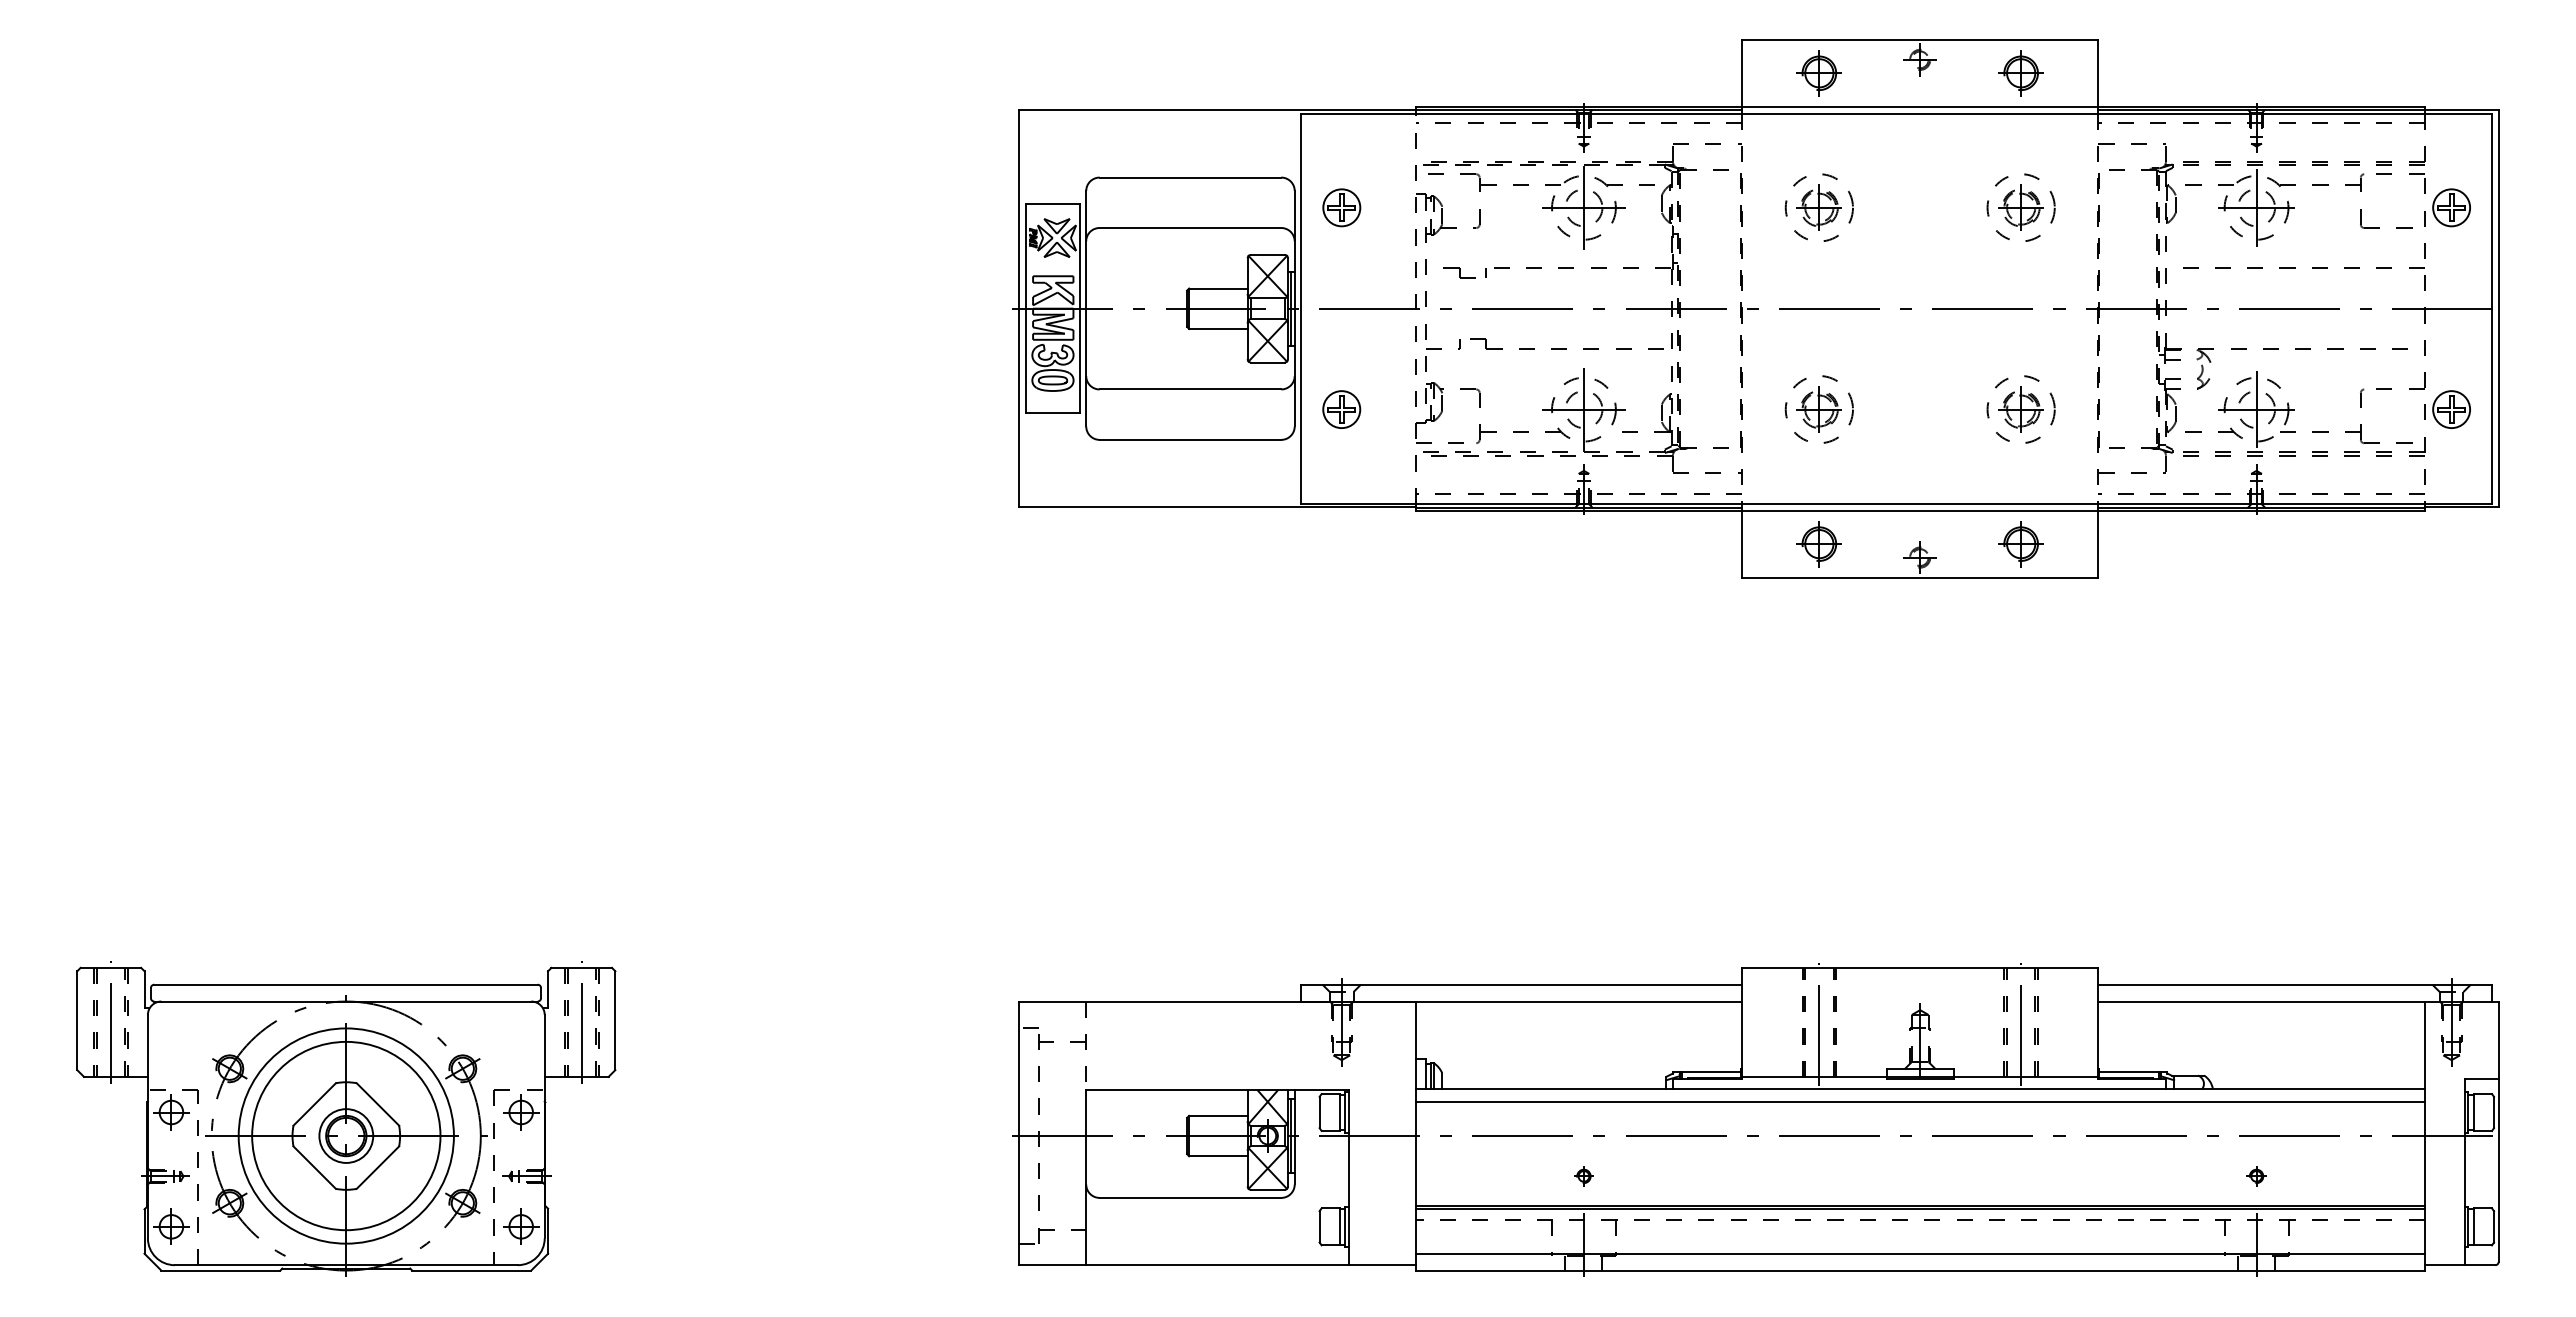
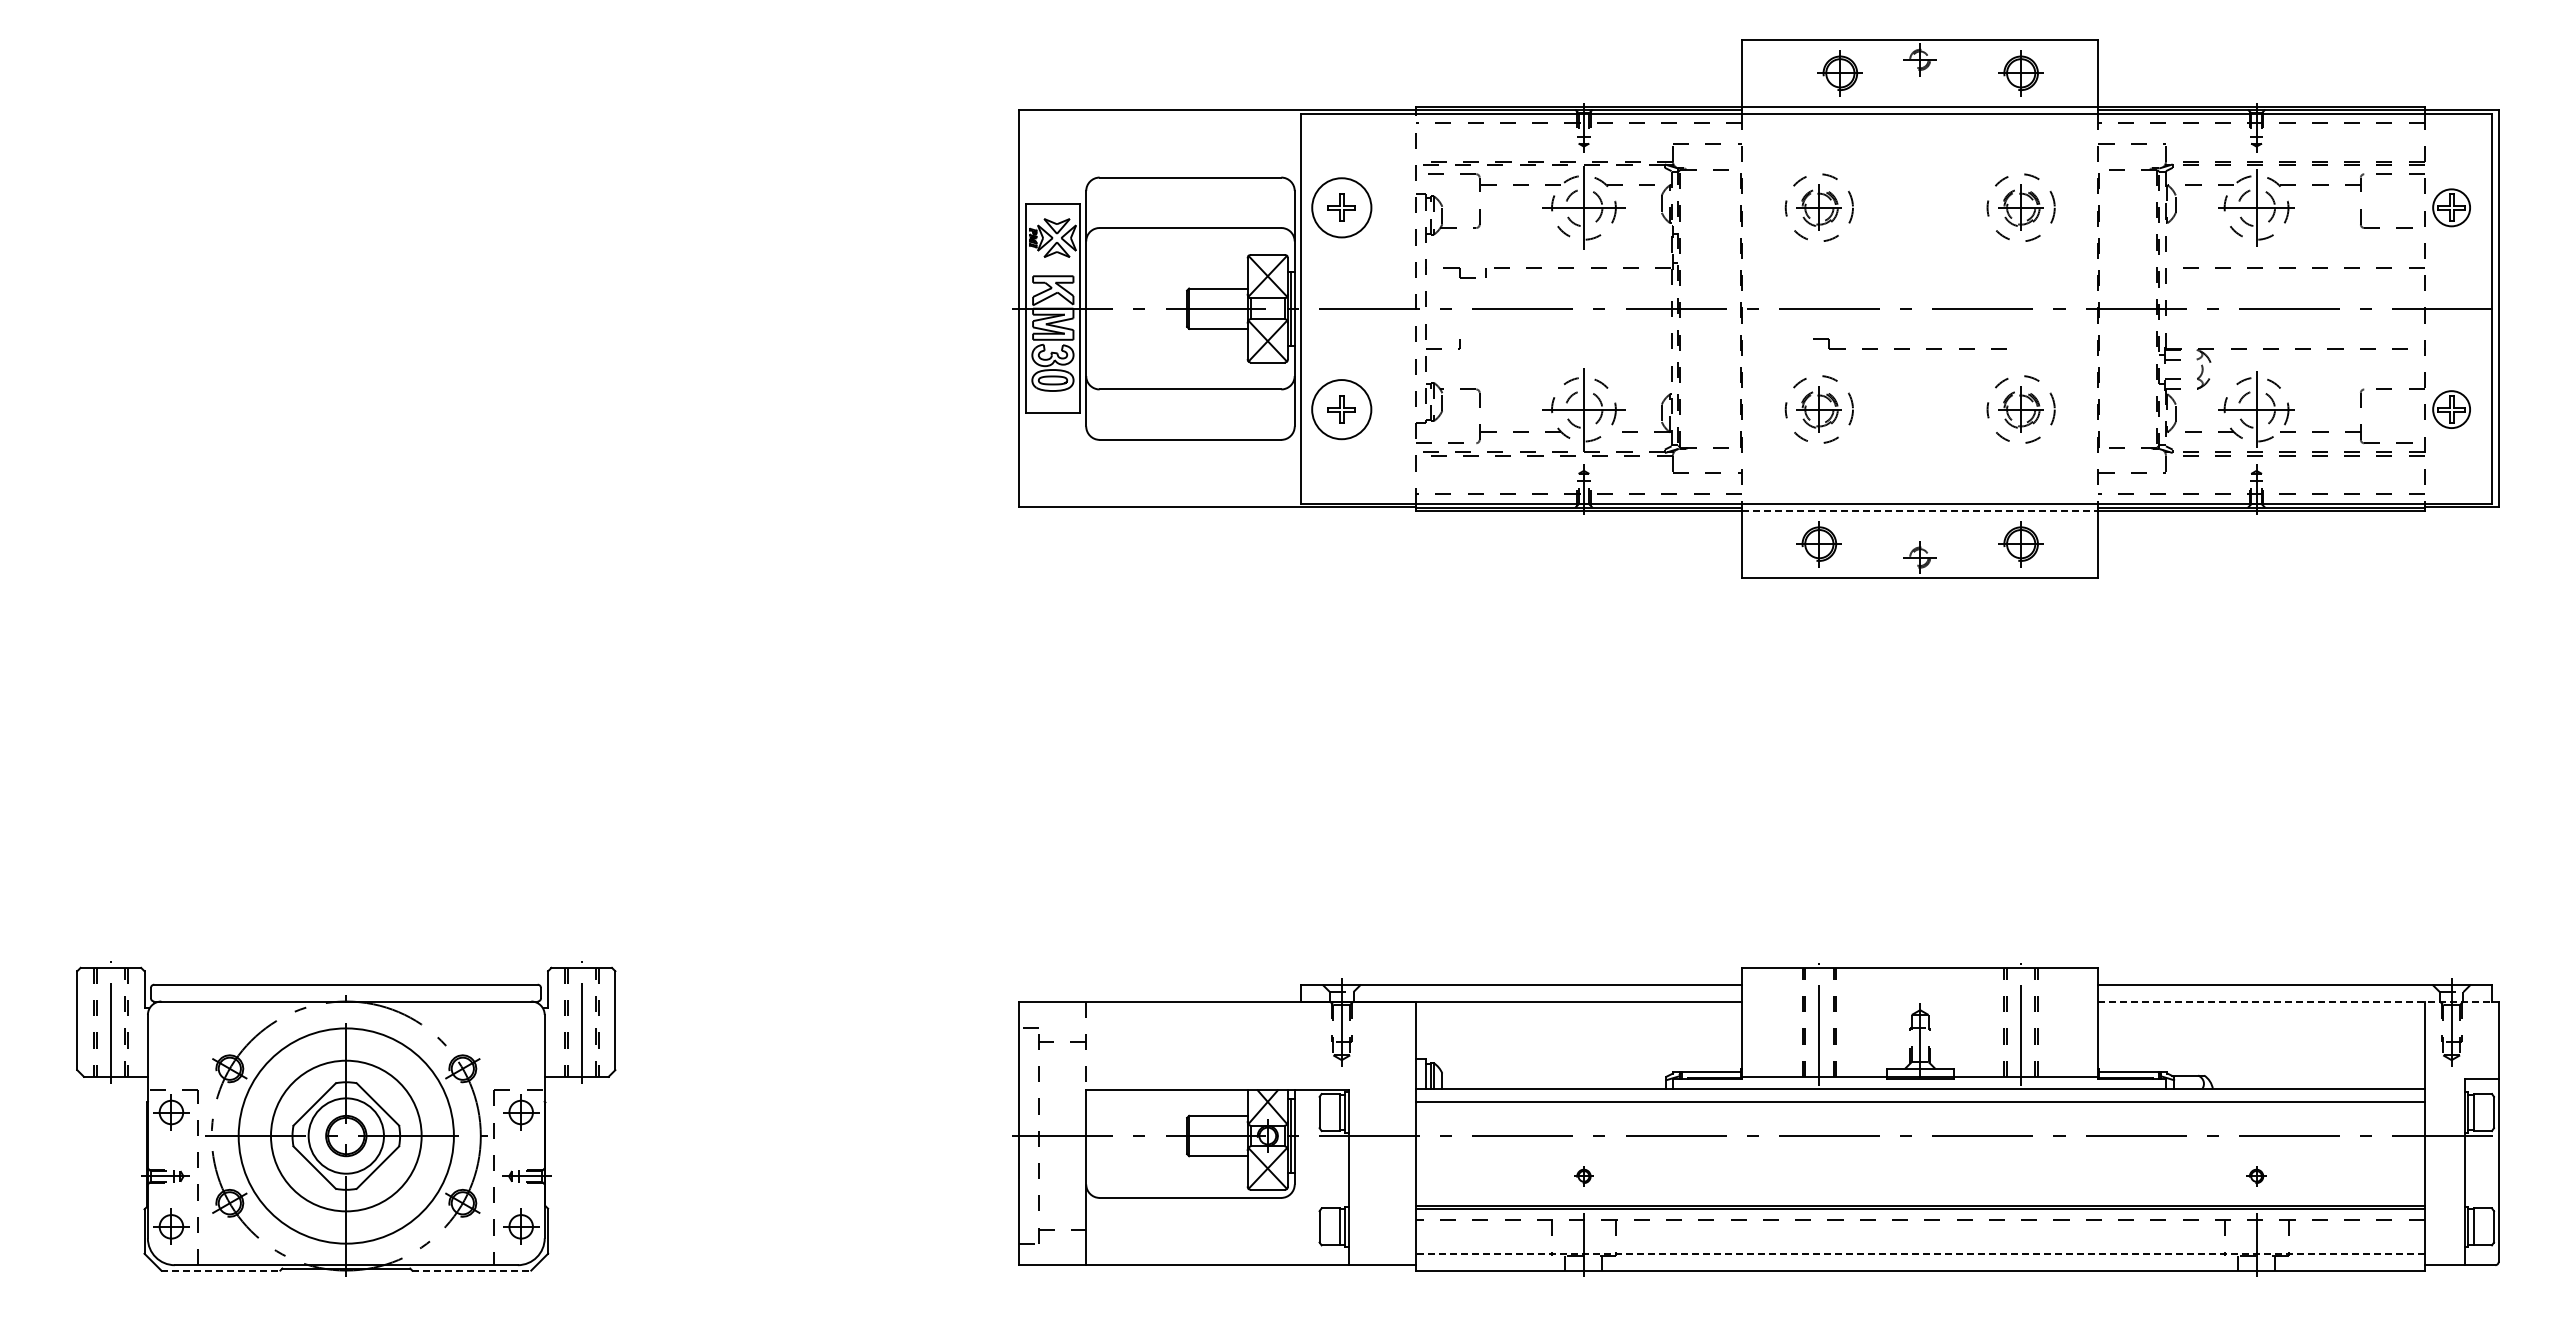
part at (1818, 73) position: (1818, 73) -> (1839, 73)
circle at (1341, 207) diameter: 37 px -> 59 px
part at (1566, 343) position: (1566, 343) -> (1909, 343)
circle at (1341, 409) diameter: 37 px -> 59 px
line at (1920, 510): solid -> dashed
line at (2295, 1001): solid -> dashed
circle at (346, 1135) diameter: 188 px -> 151 px
circle at (346, 1135) diameter: 54 px -> 75 px
line at (1919, 1253): solid -> dashed
line at (220, 1270): solid -> dashed
line at (471, 1270): solid -> dashed
